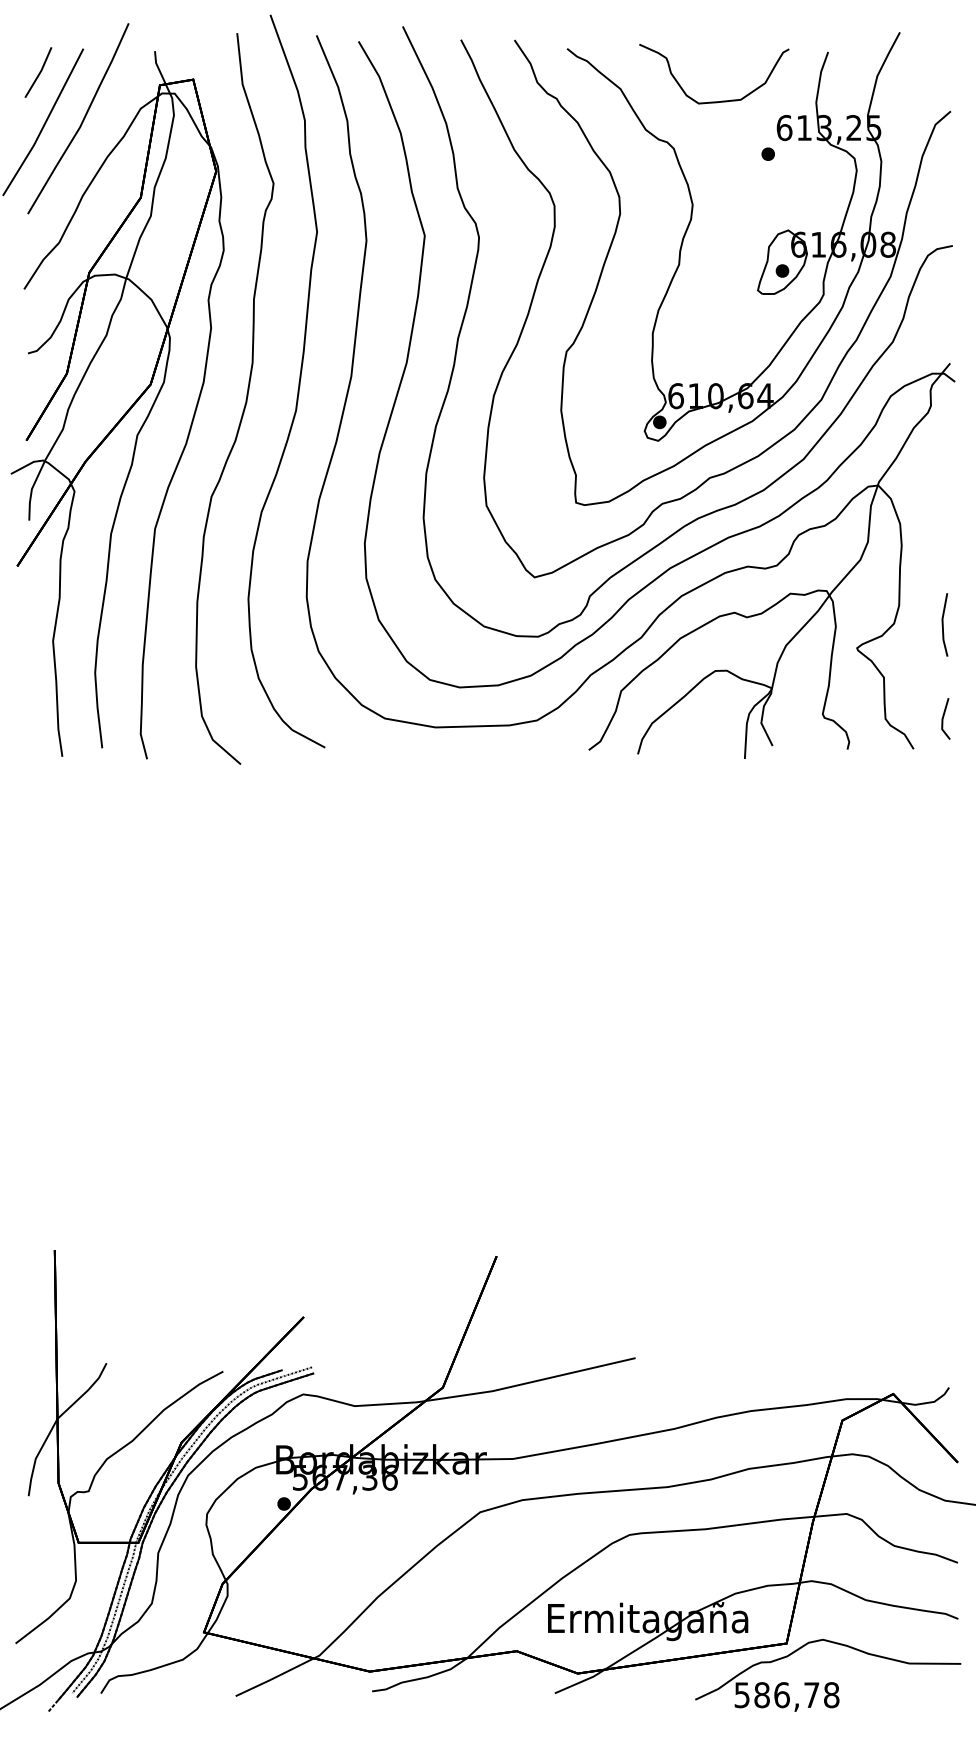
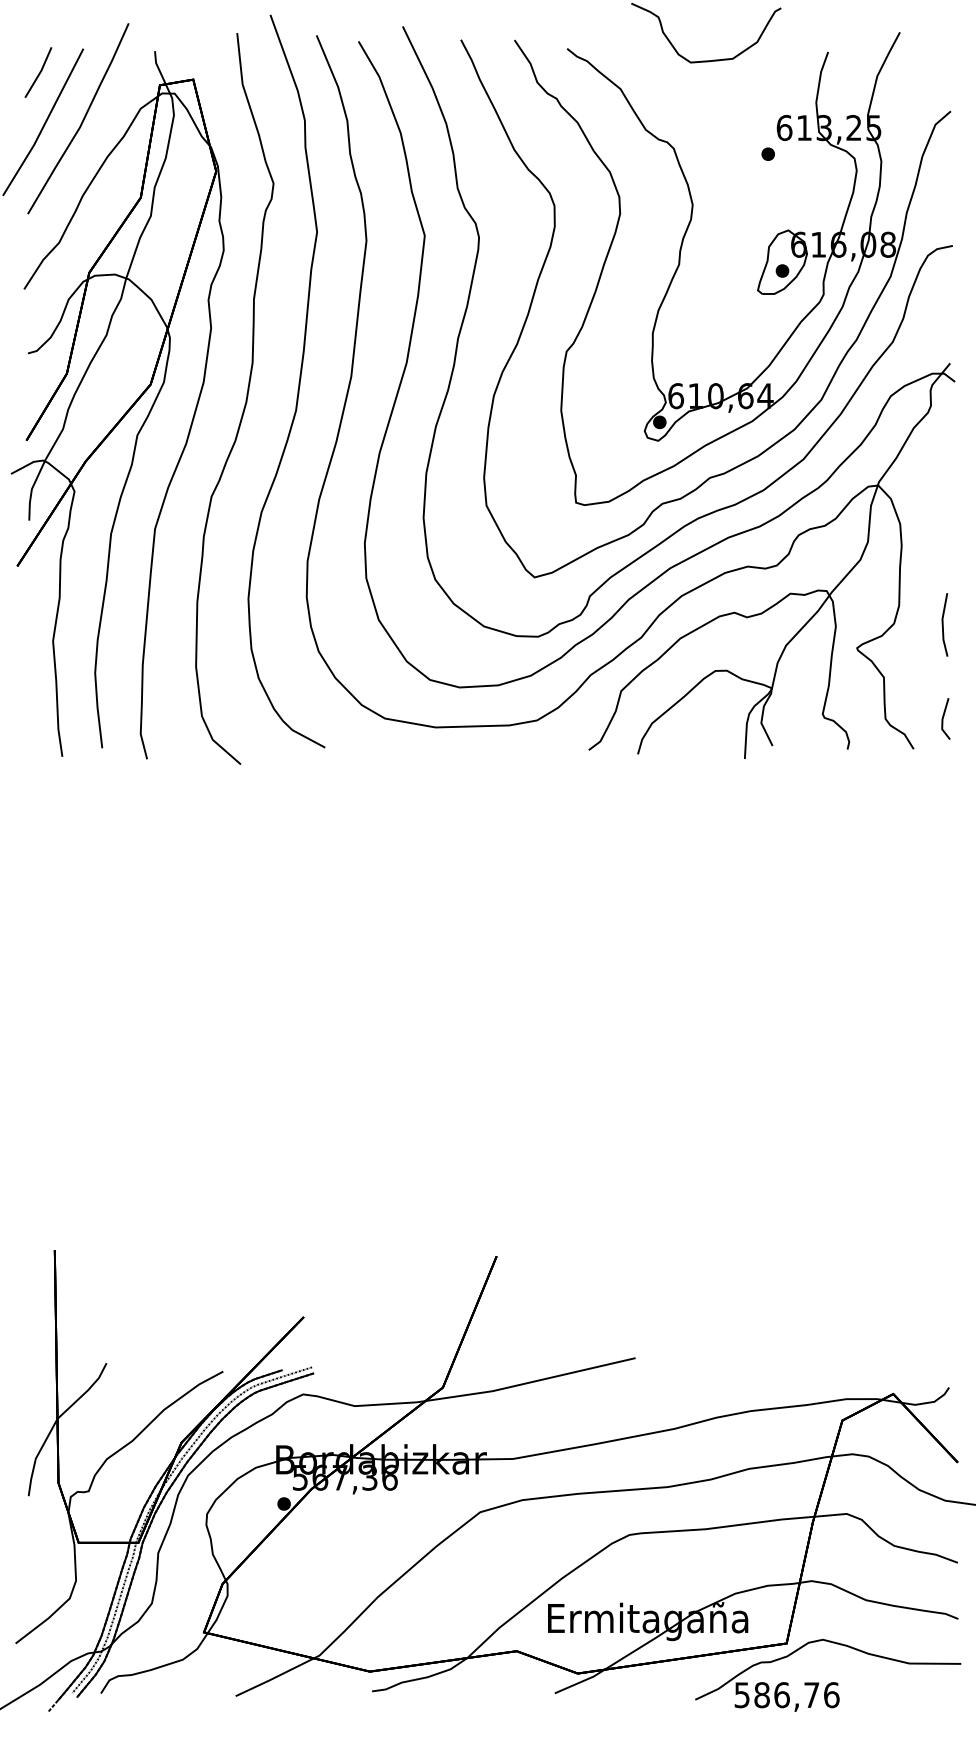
part at (721, 100) position: (721, 100) -> (713, 59)
text at (831, 1695): 586,78 -> 586,76
